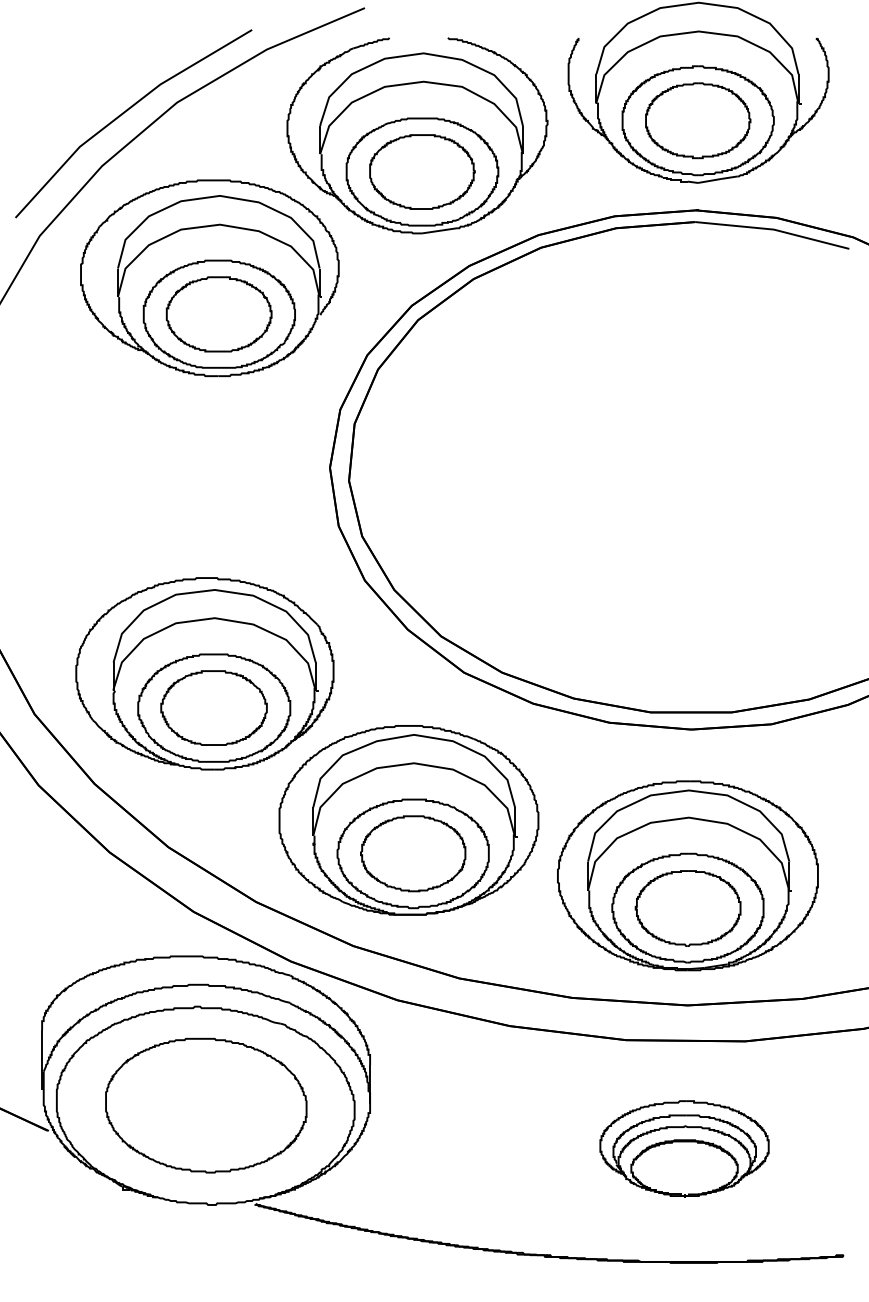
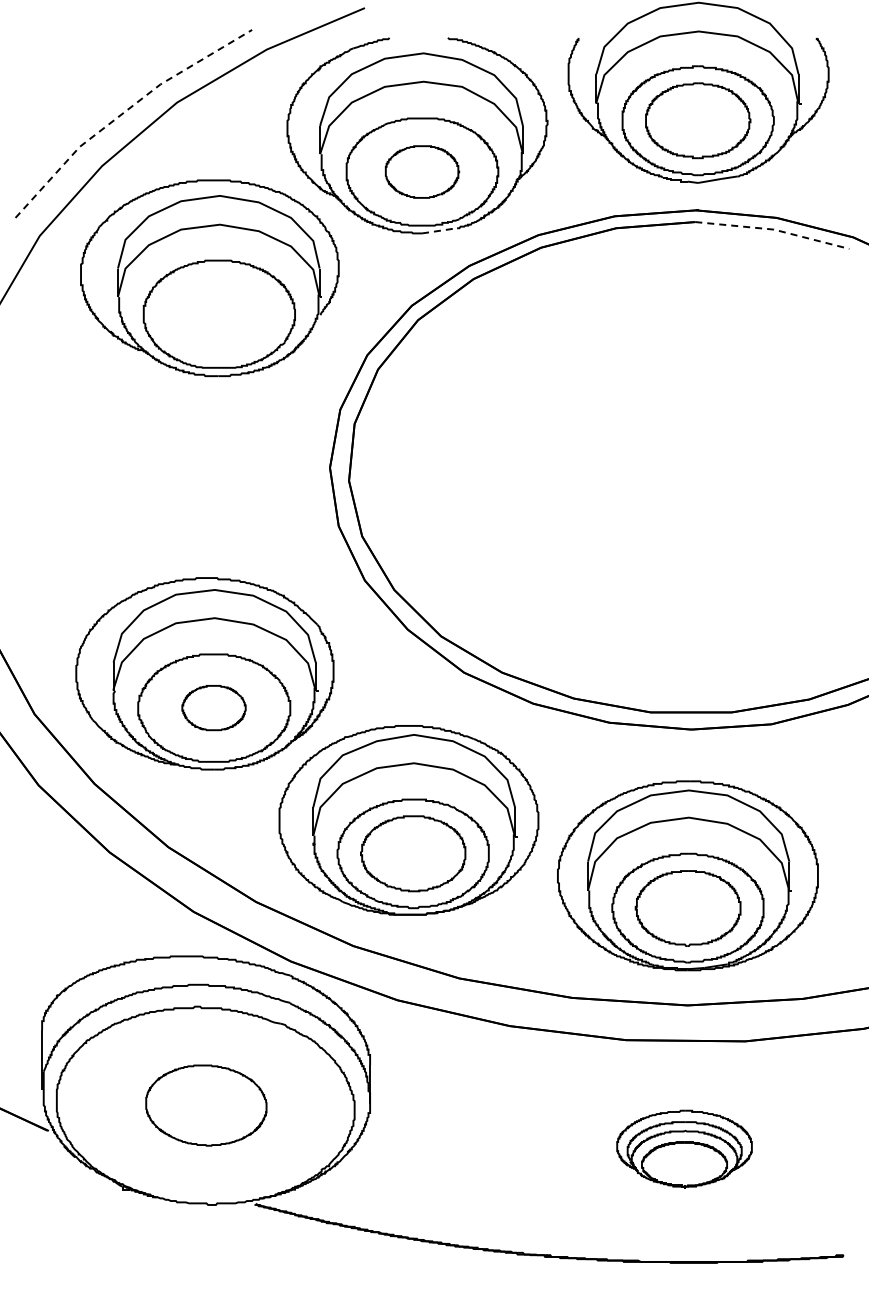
line at (124, 112): solid -> dashed
part at (422, 171) size: 107x76 px -> 77x54 px
line at (773, 229): solid -> dashed
line at (439, 230): solid -> dashed
part at (218, 314): present -> none
part at (213, 707) size: 108x76 px -> 66x47 px
part at (206, 1105) size: 203x137 px -> 123x83 px
part at (684, 1148) size: 171x98 px -> 137x80 px
